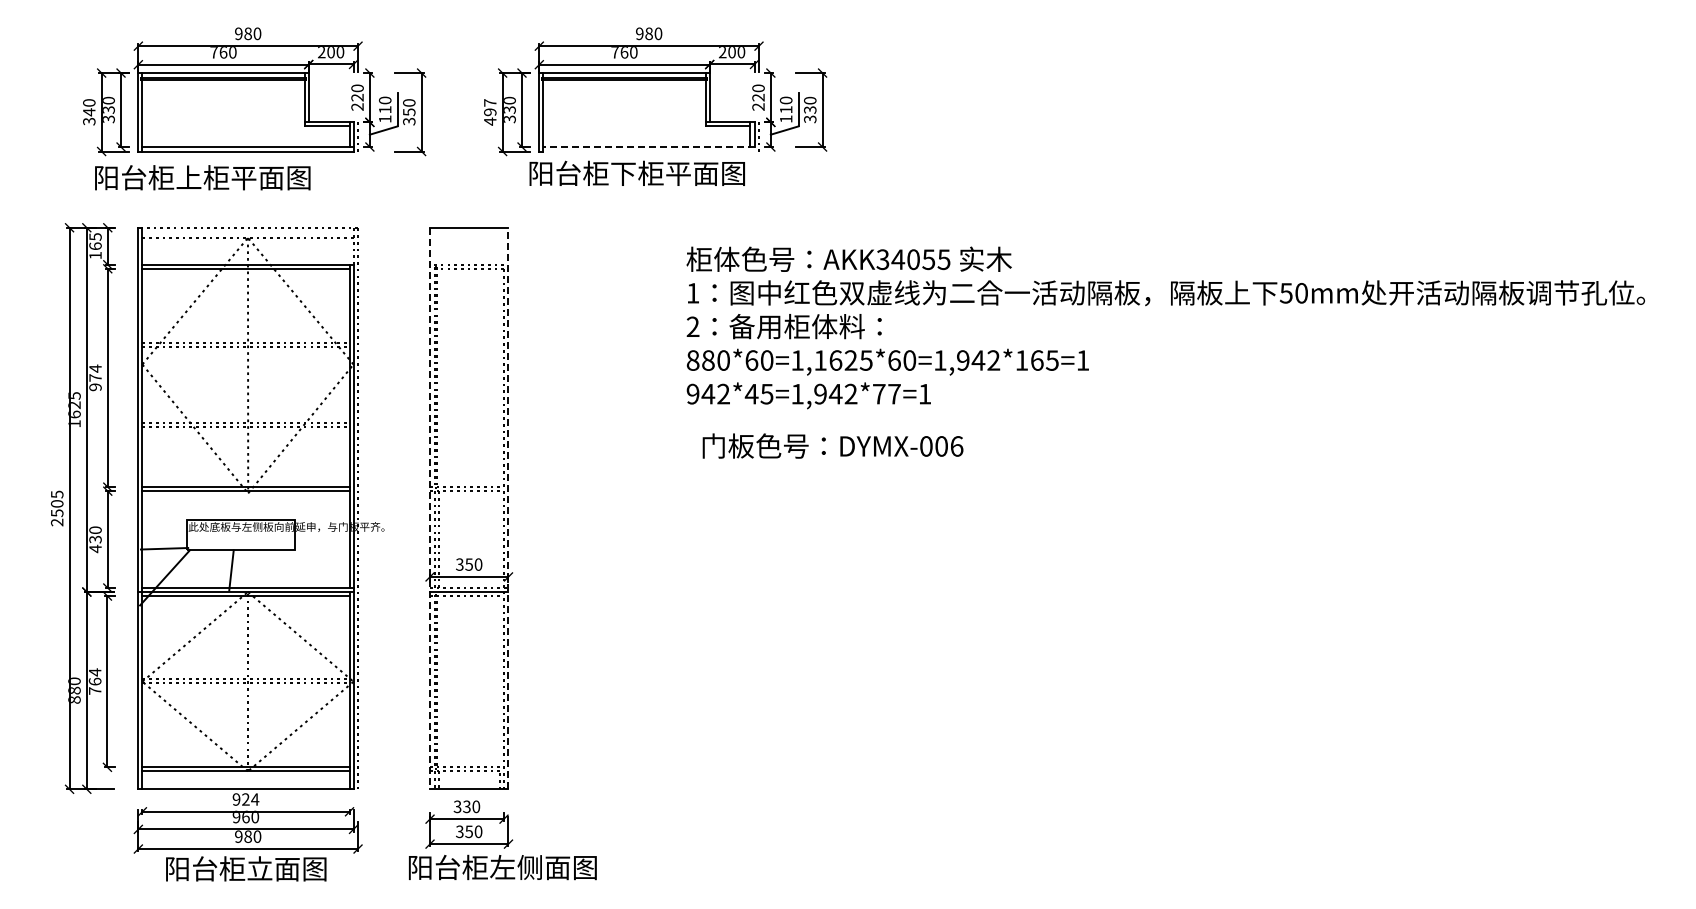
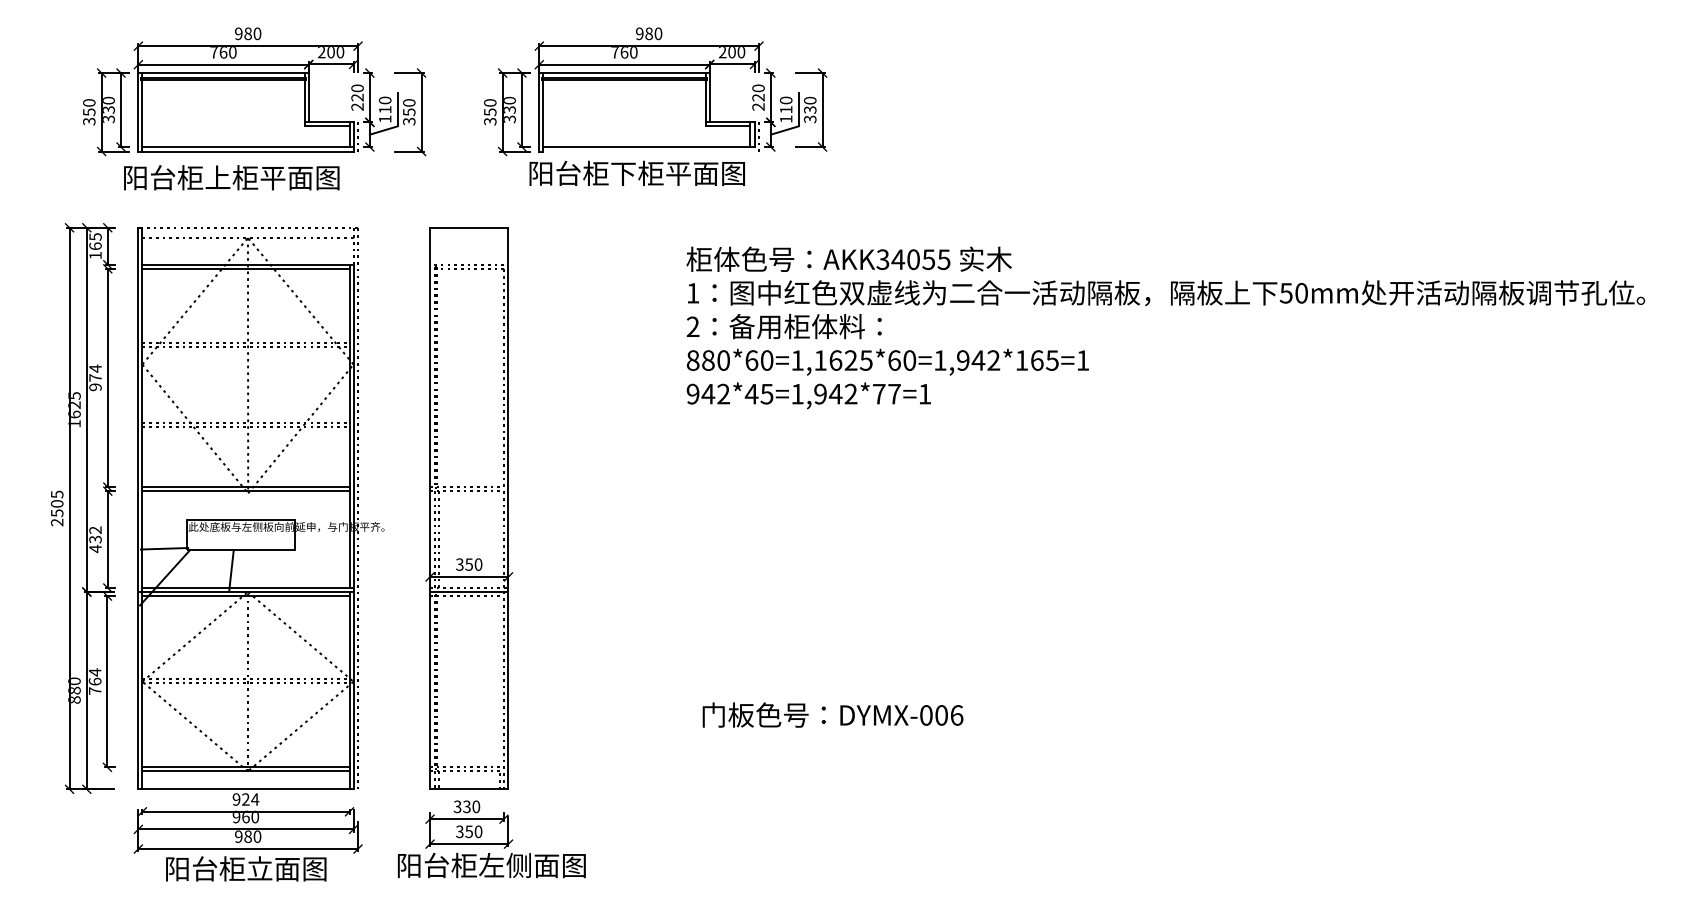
text at (89, 112): 340 -> 350
text at (490, 112): 497 -> 350
line at (648, 147): dashed -> solid
text at (202, 177) position: (202, 177) -> (231, 177)
text at (832, 445) position: (832, 445) -> (832, 714)
line at (430, 508): dashed -> solid
line at (508, 508): dashed -> solid
text at (95, 530): 430 -> 432
text at (502, 867) position: (502, 867) -> (491, 865)
